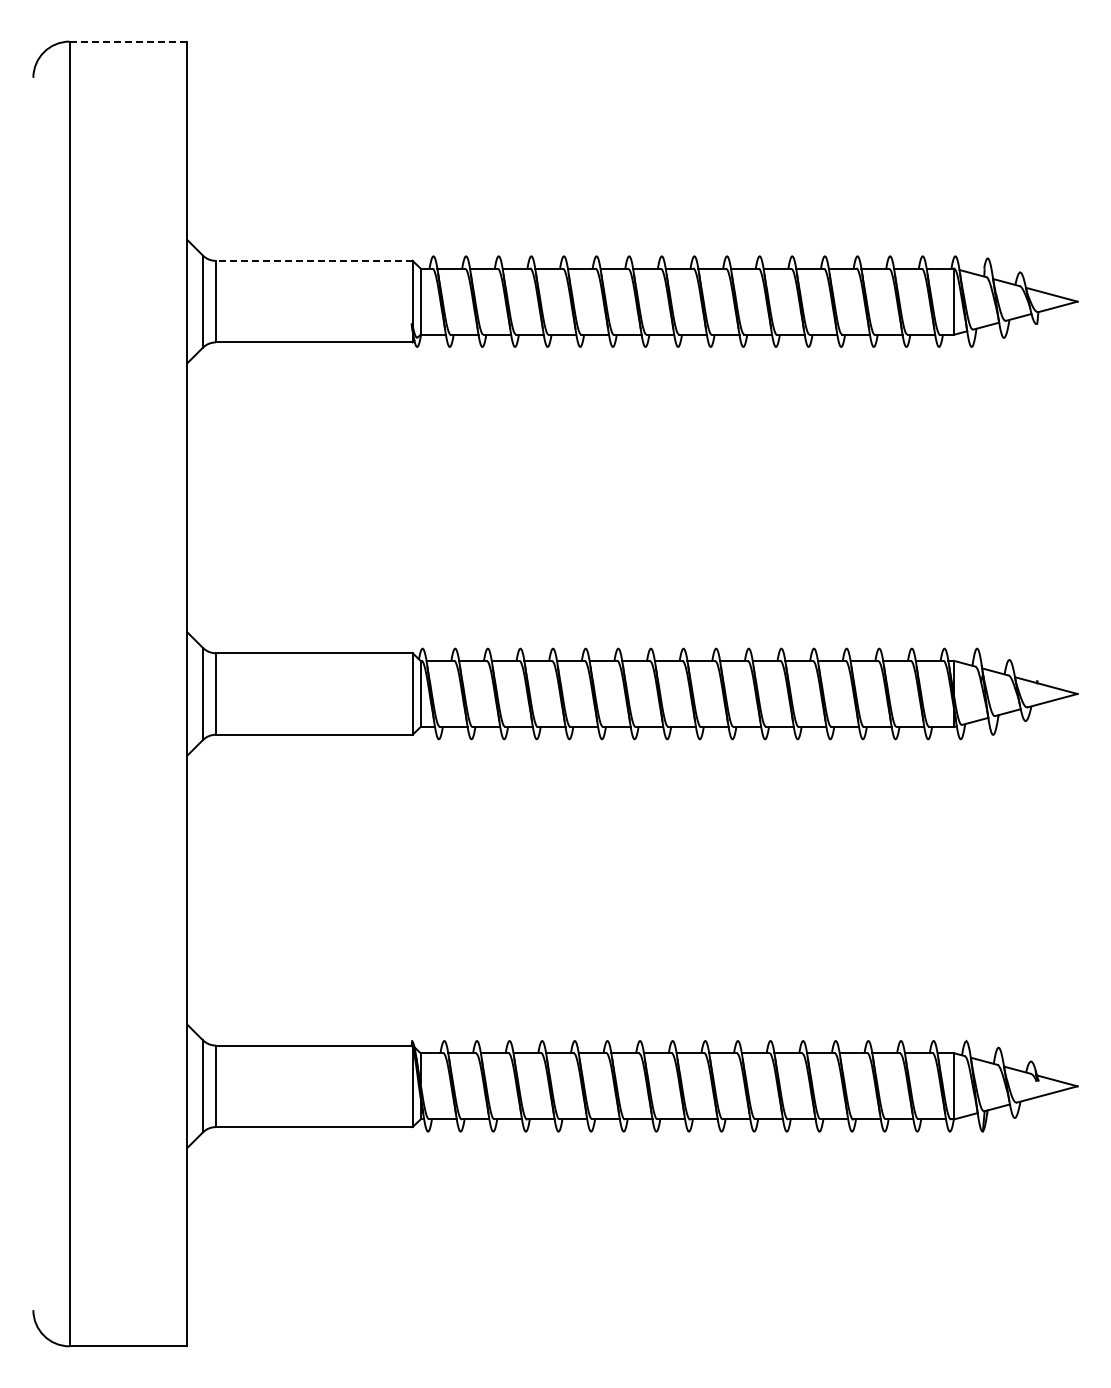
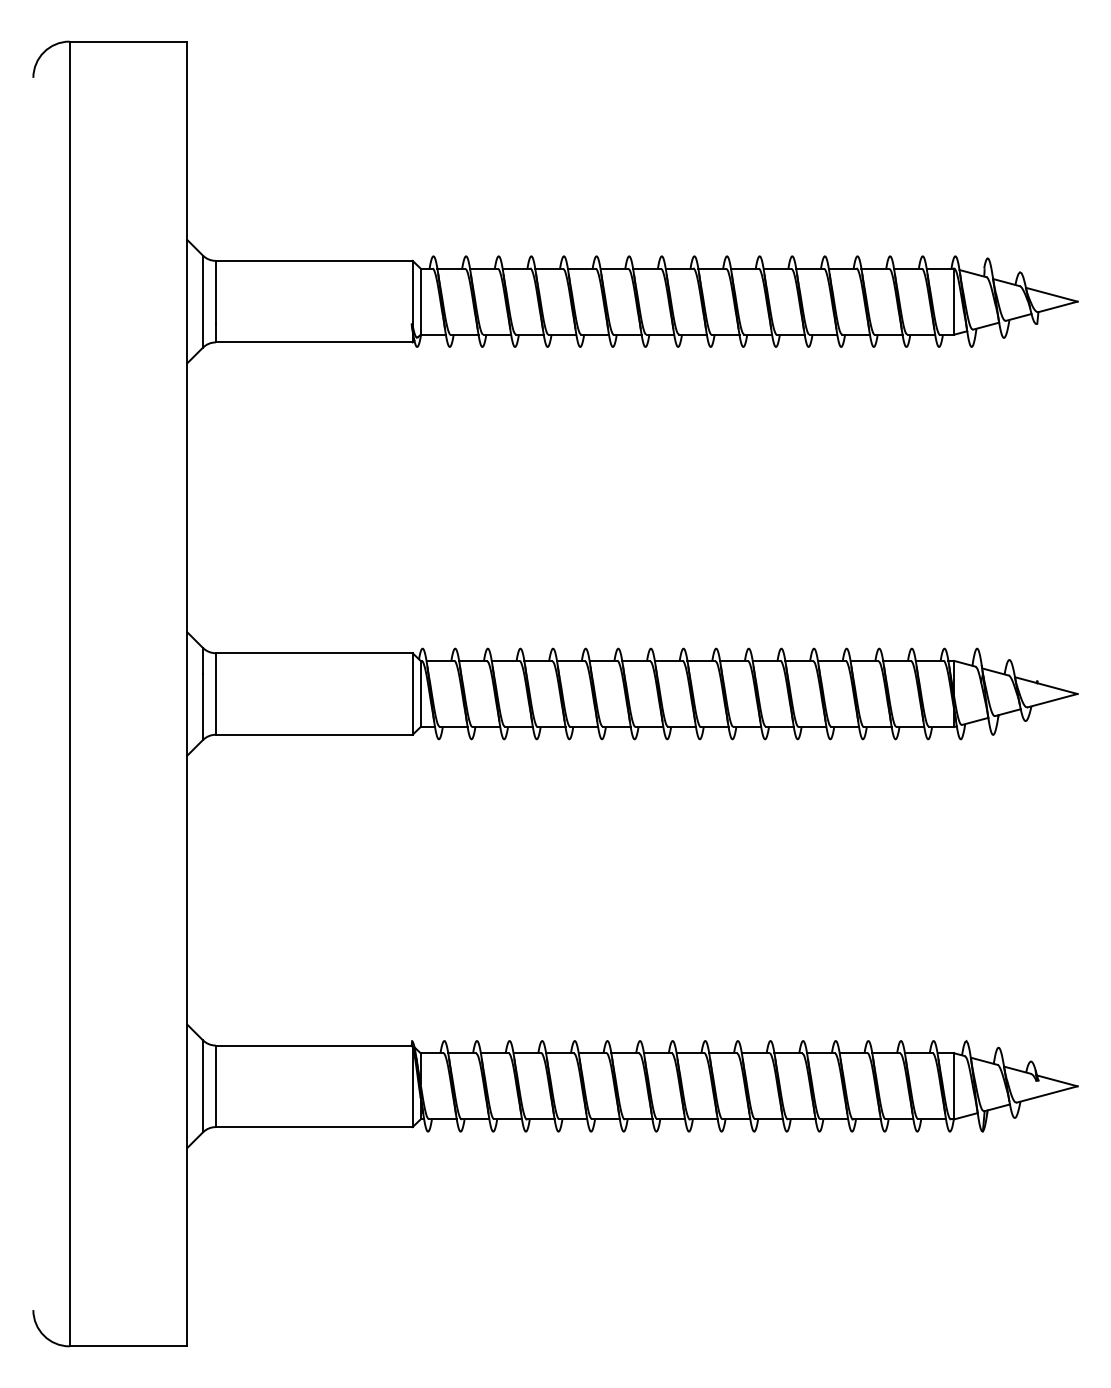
line at (128, 41): dashed -> solid
line at (313, 260): dashed -> solid
